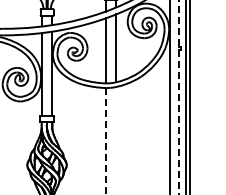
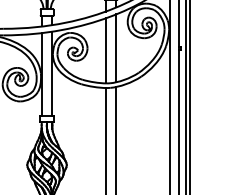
line at (179, 98): dashed -> solid
line at (116, 138): none -> present
line at (105, 141): dashed -> solid
